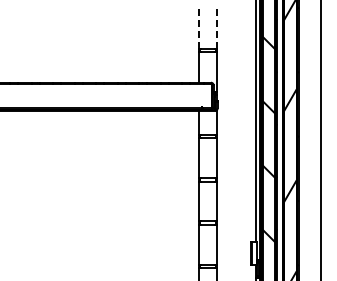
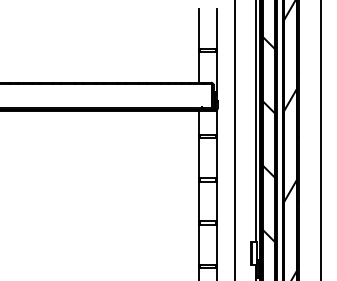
line at (198, 29): dashed -> solid
line at (216, 29): dashed -> solid
line at (234, 139): none -> present
